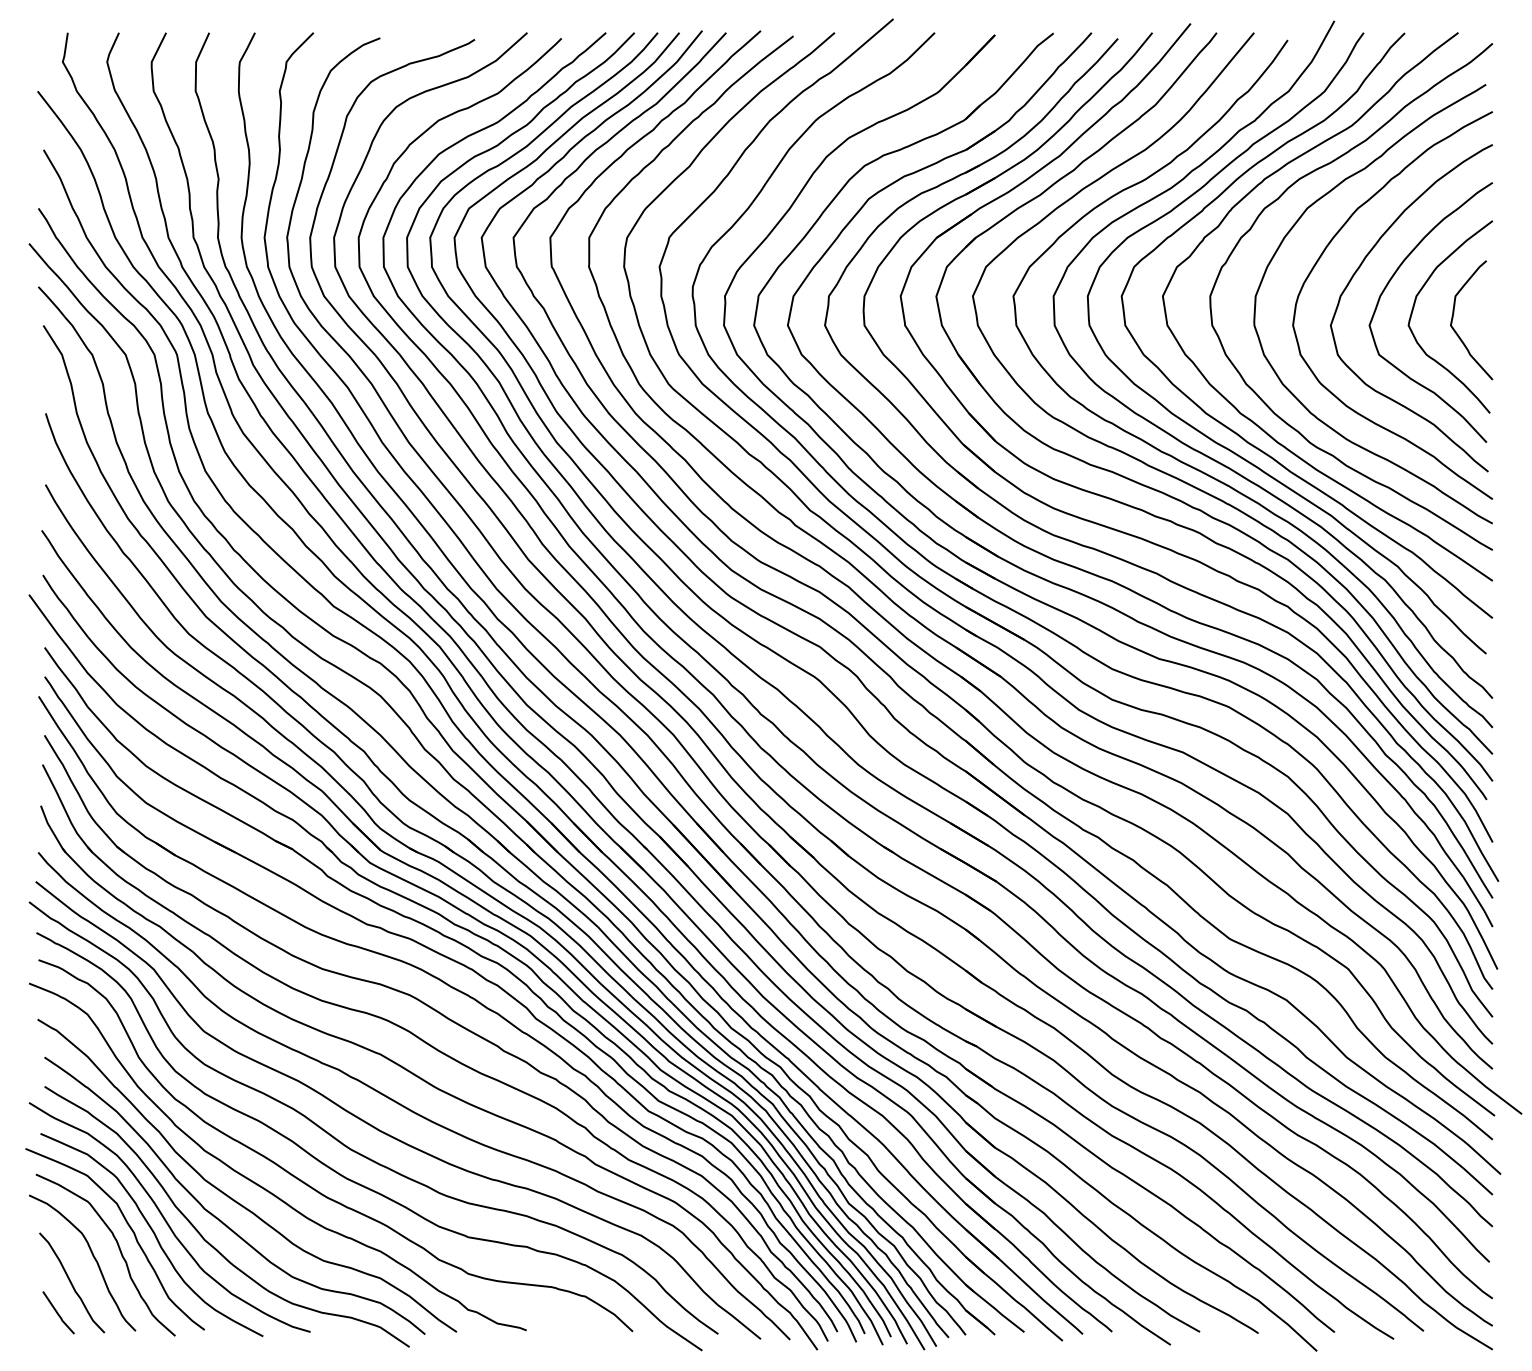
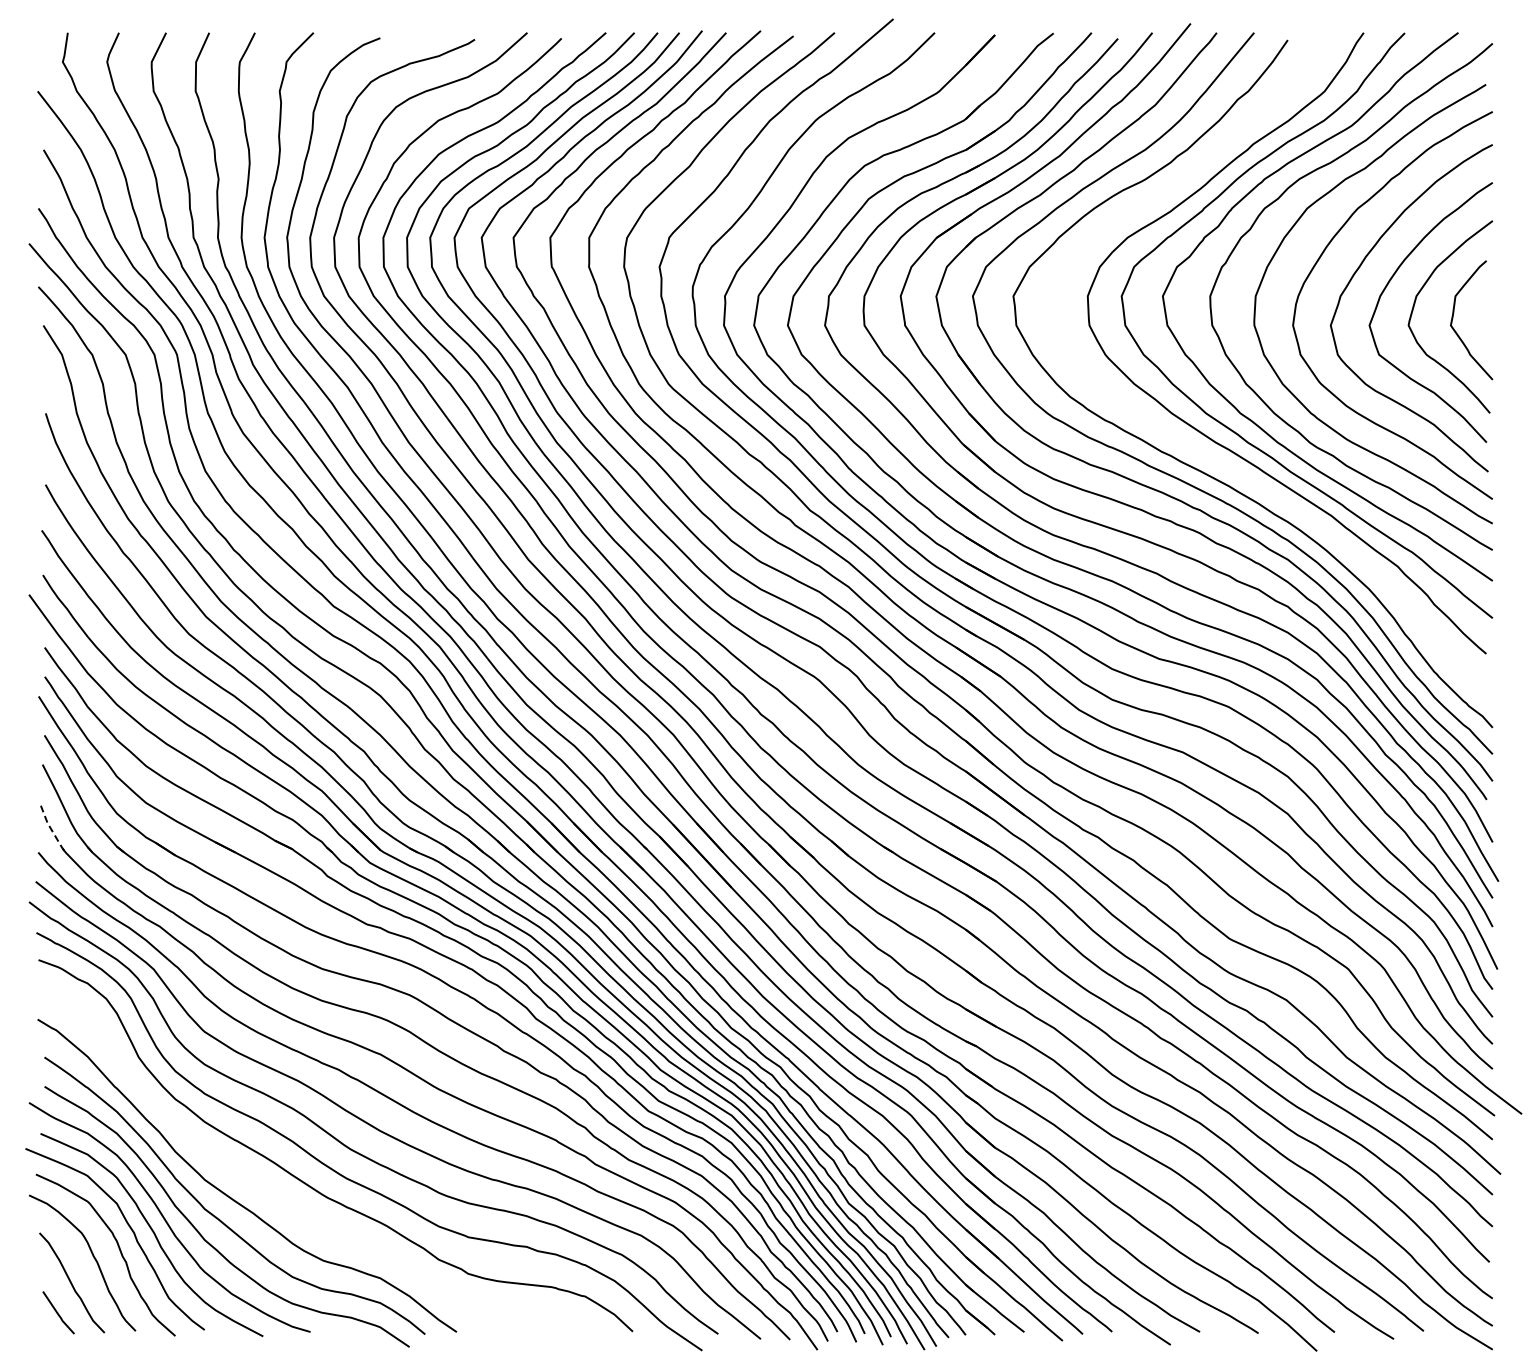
curve at (1217, 460): present -> none
line at (52, 830): solid -> dashed
curve at (259, 1184): present -> none
